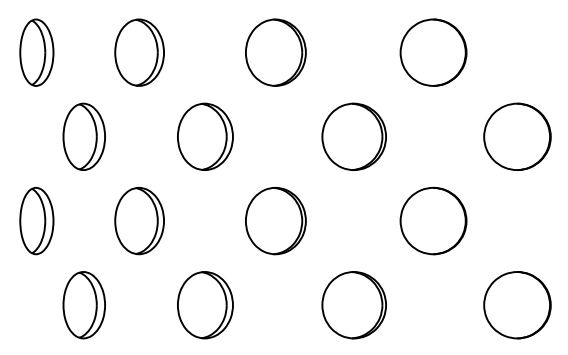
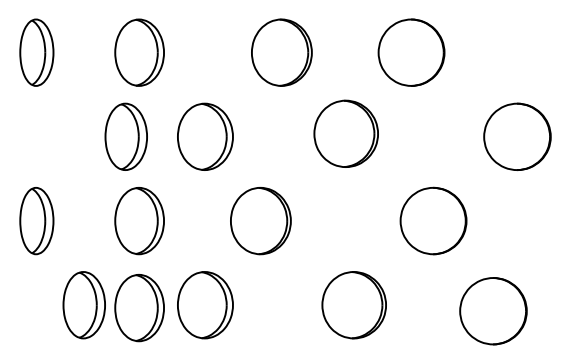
part at (275, 52) position: (275, 52) -> (281, 52)
part at (433, 52) position: (433, 52) -> (411, 52)
part at (83, 136) position: (83, 136) -> (125, 136)
part at (353, 136) position: (353, 136) -> (345, 133)
part at (275, 221) position: (275, 221) -> (260, 221)
part at (517, 305) position: (517, 305) -> (493, 311)
part at (139, 308): none -> present
